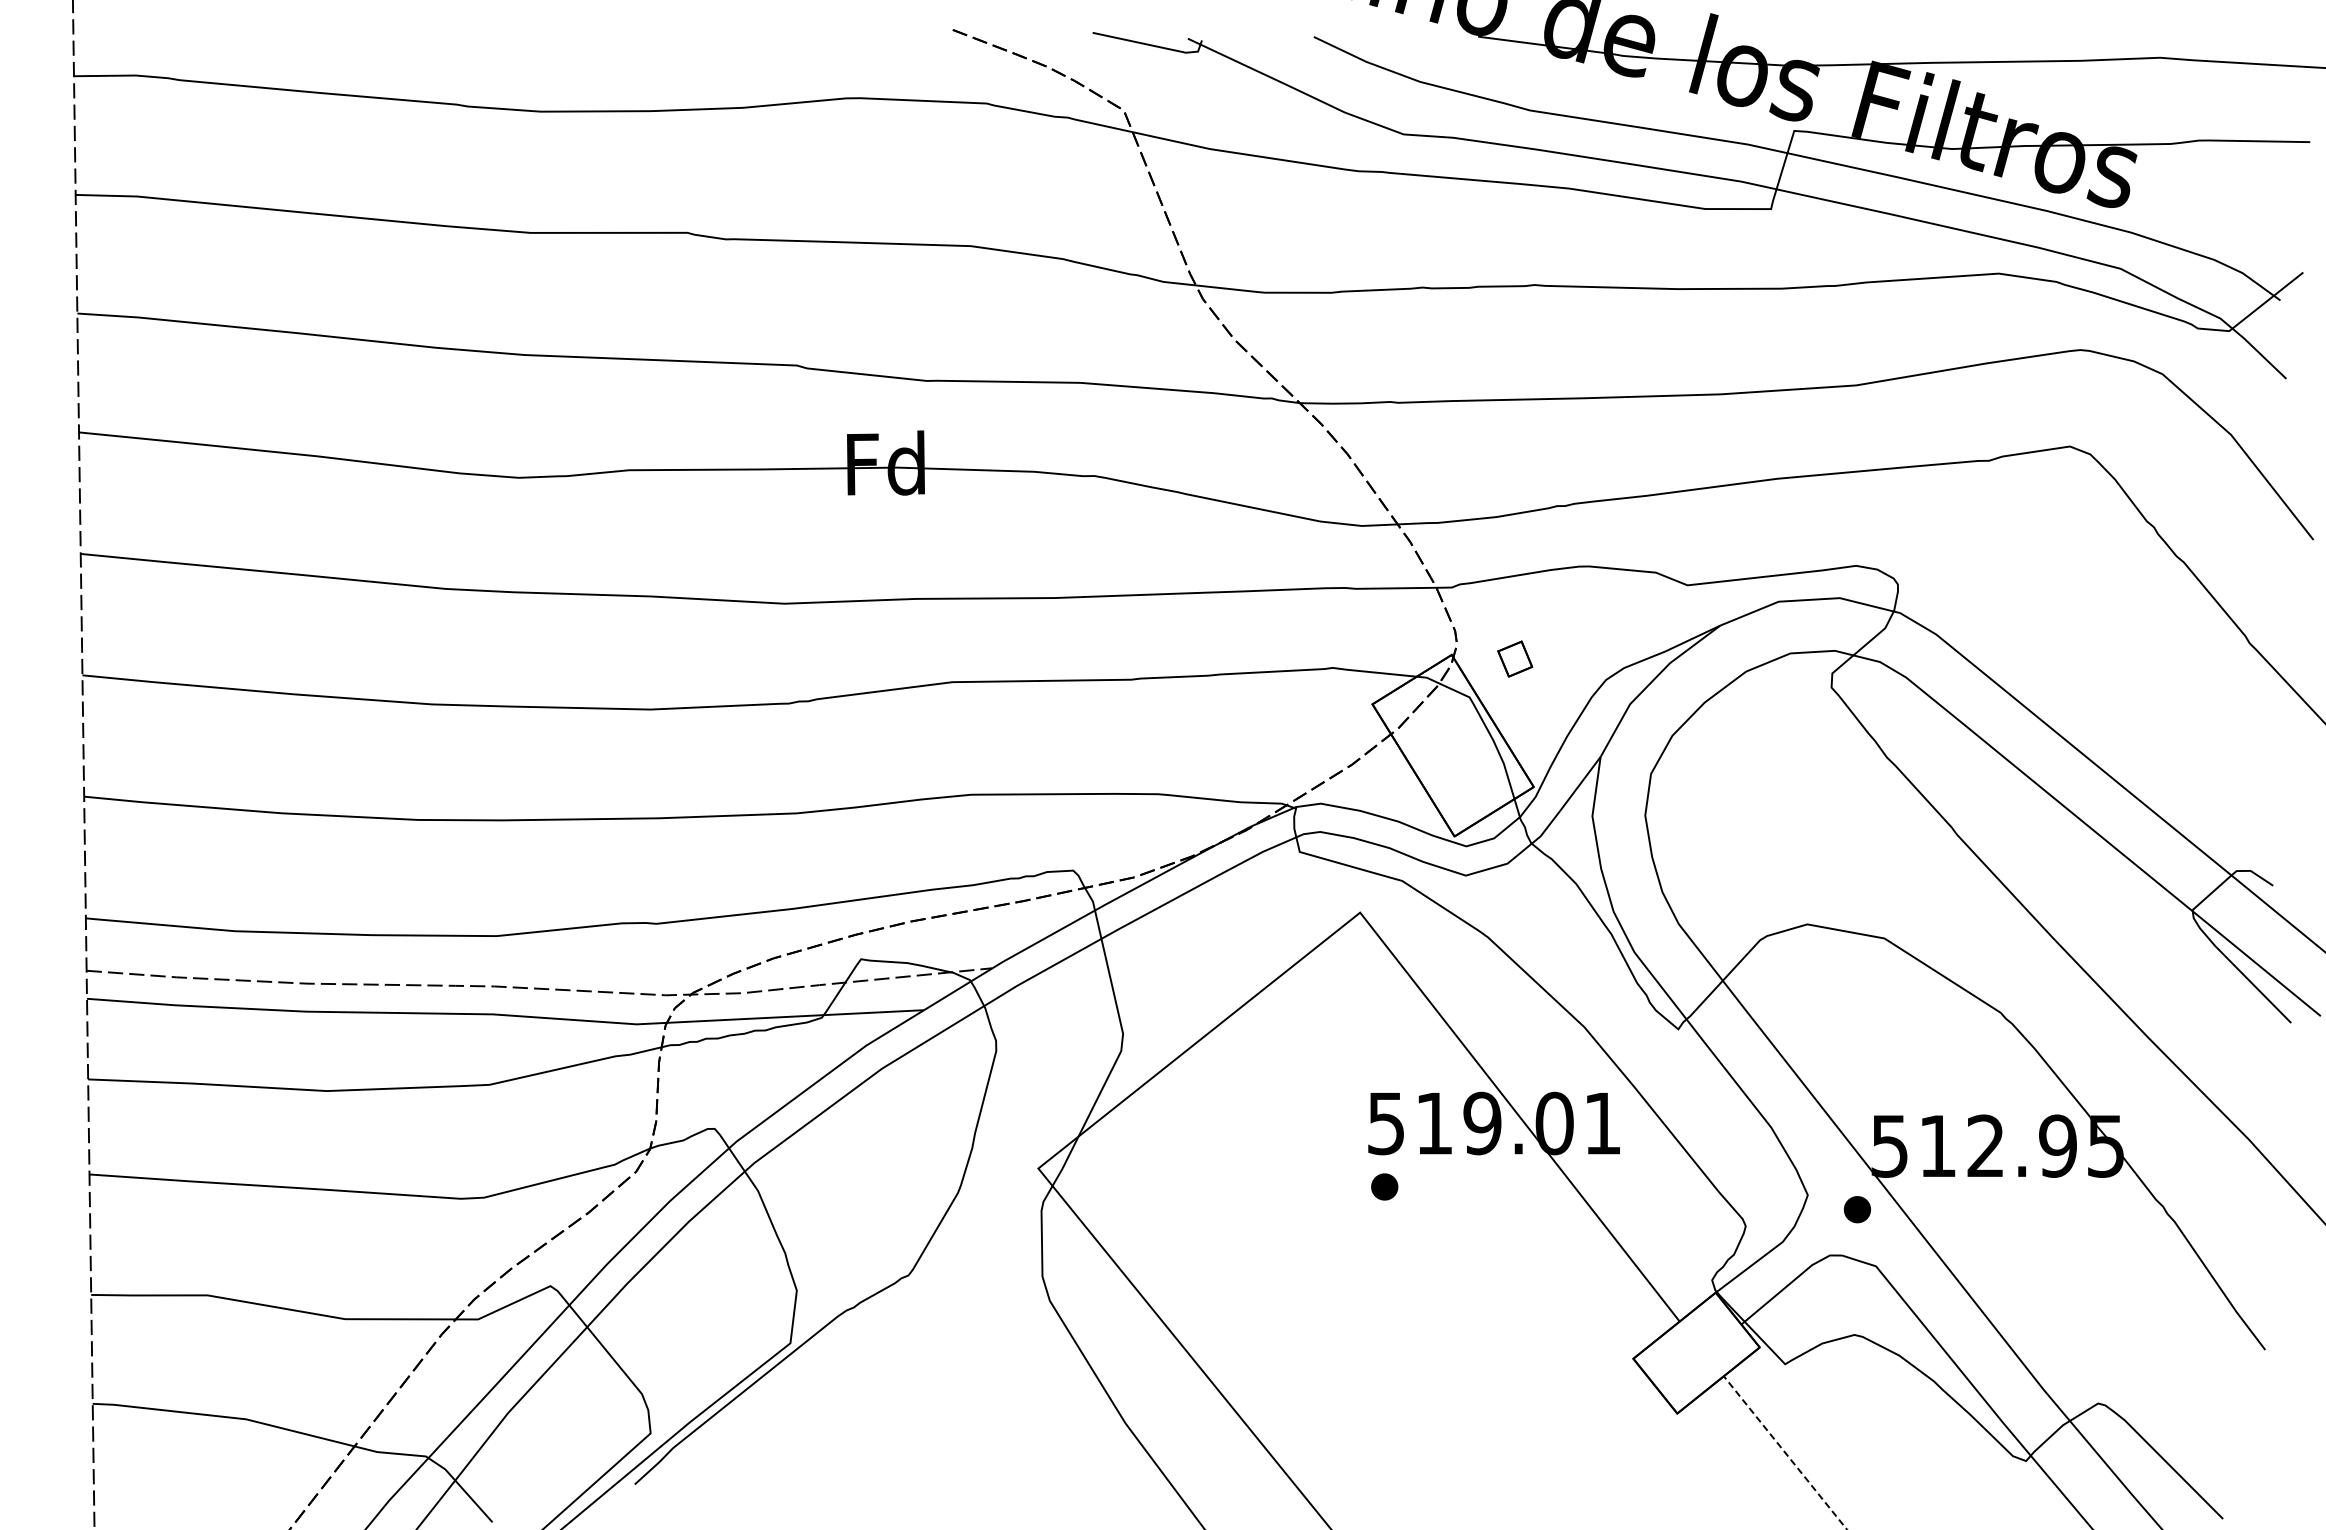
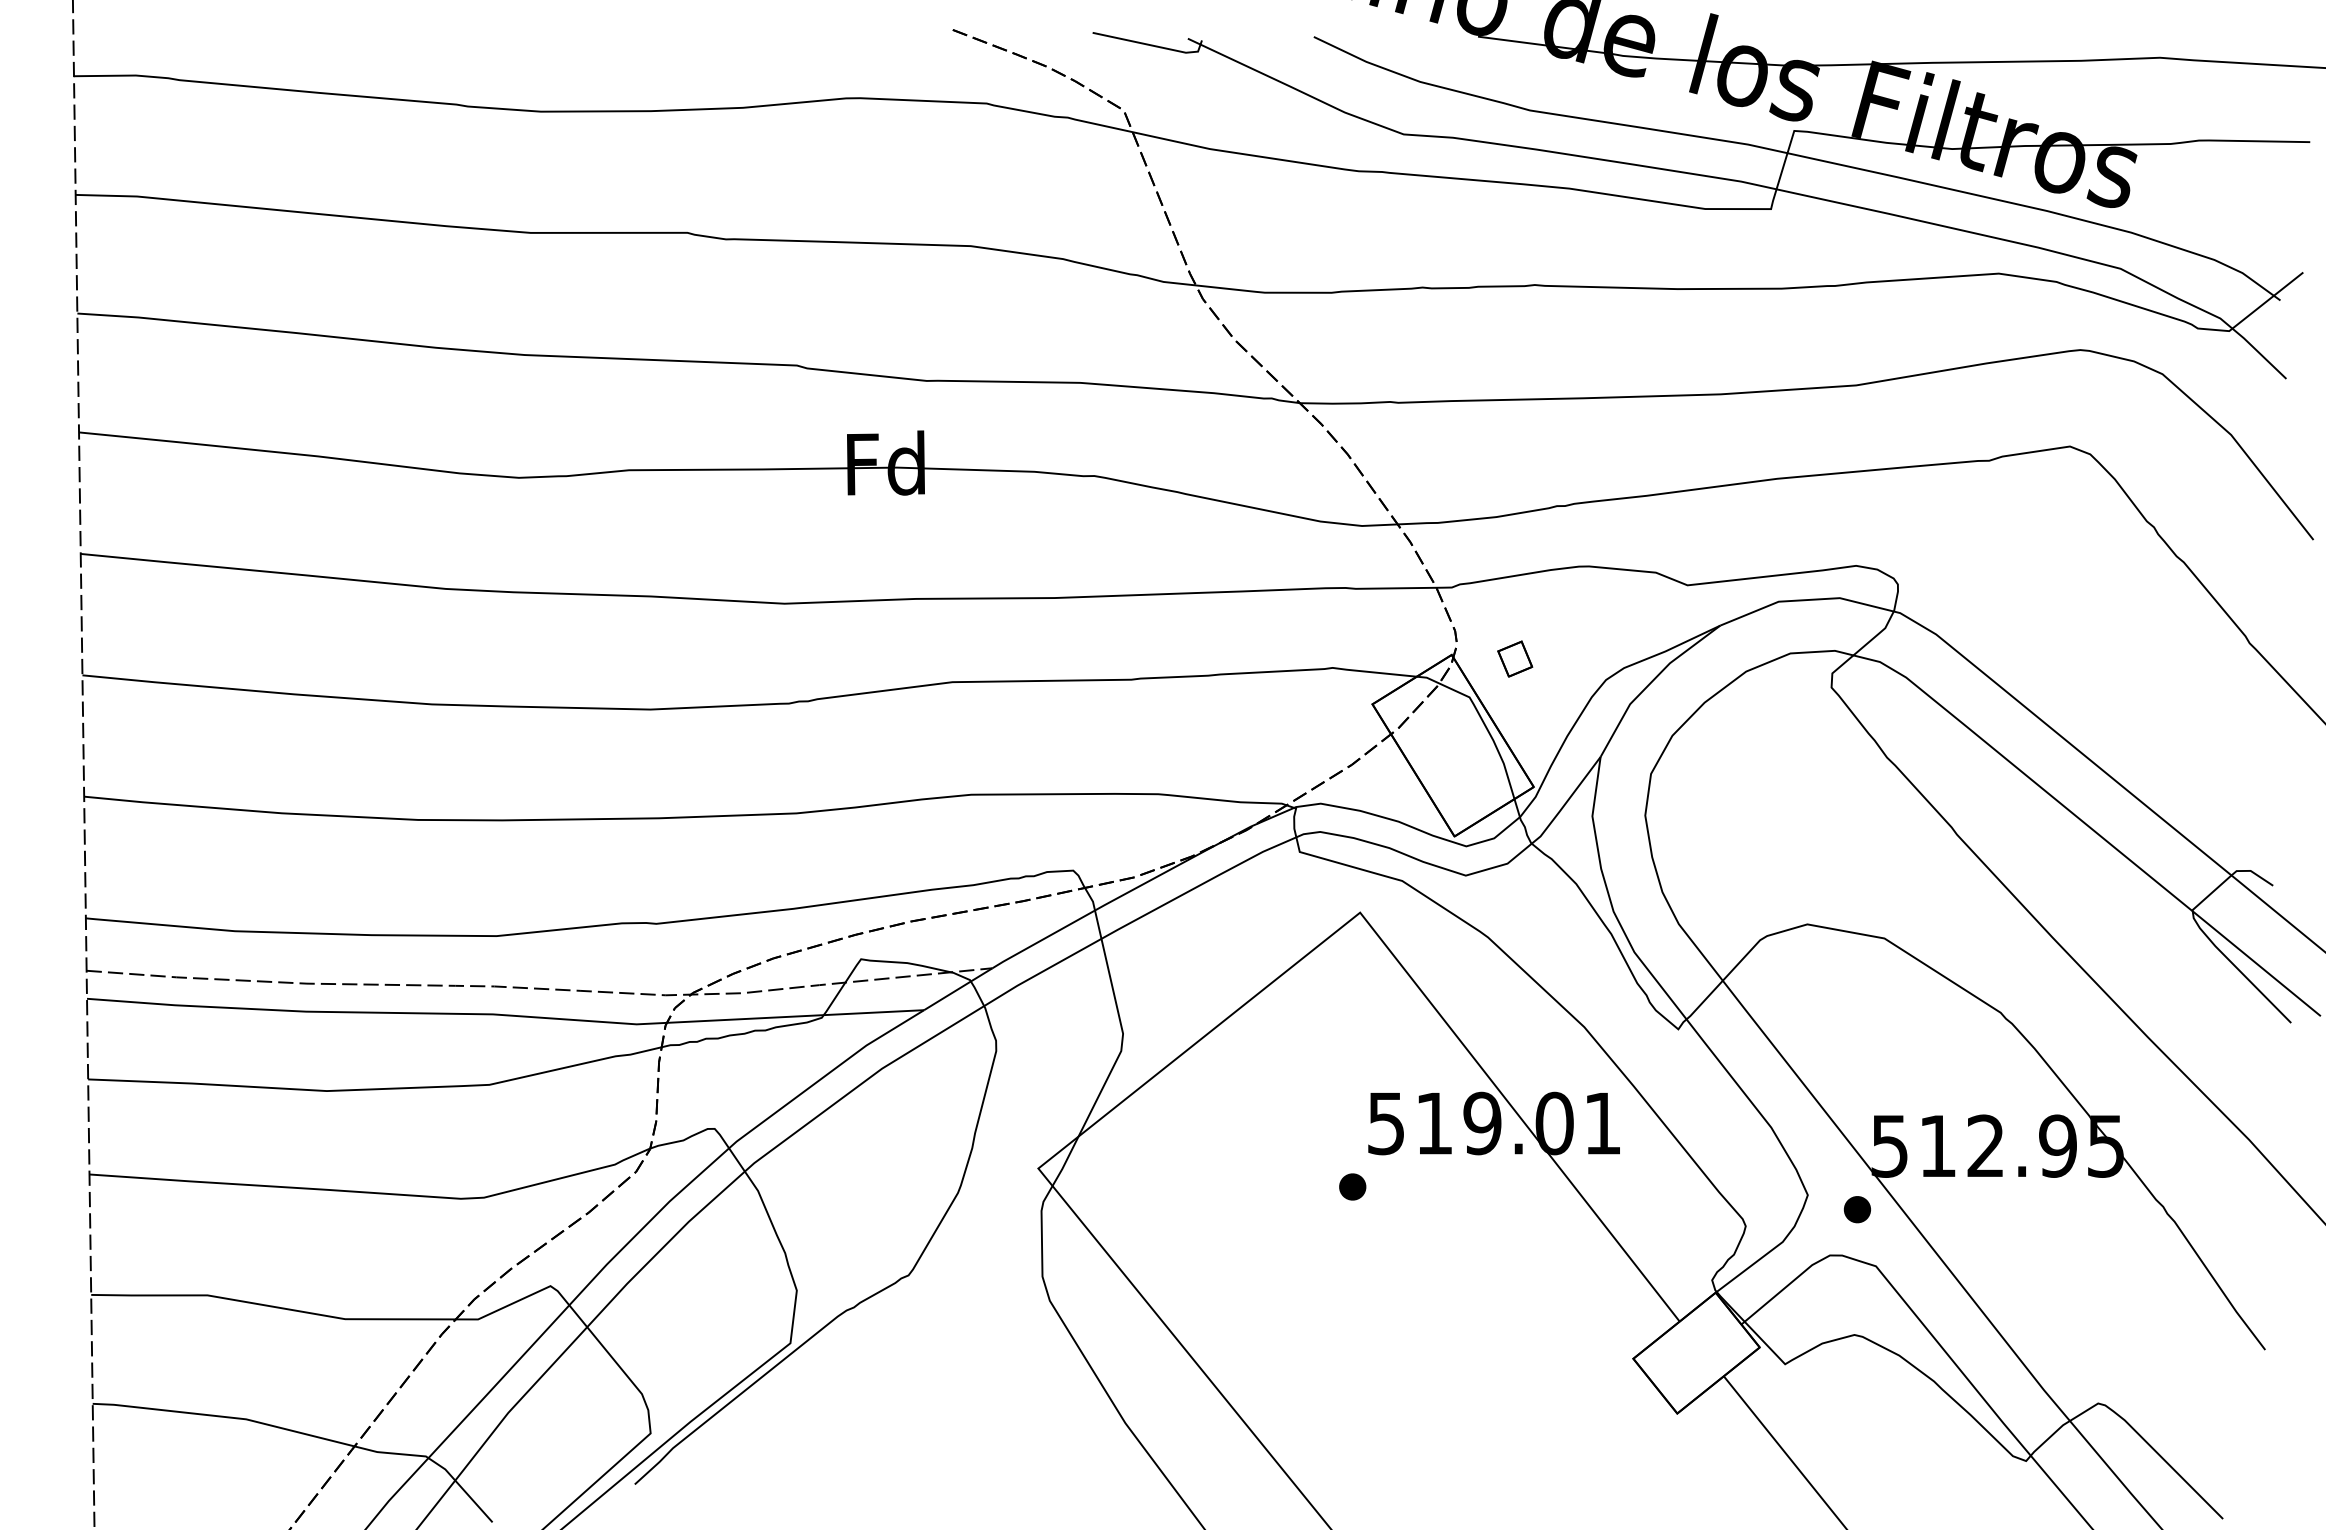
part at (1384, 1186) position: (1384, 1186) -> (1352, 1186)
line at (1785, 1452): dashed -> solid
